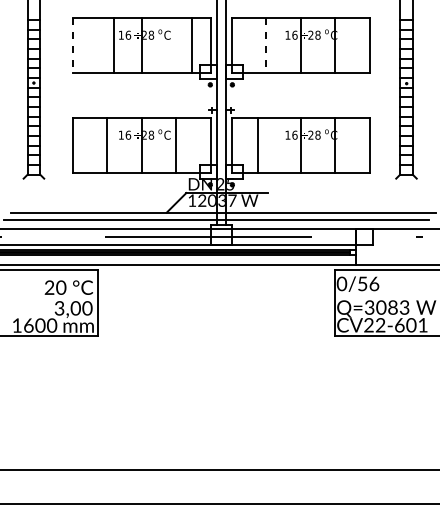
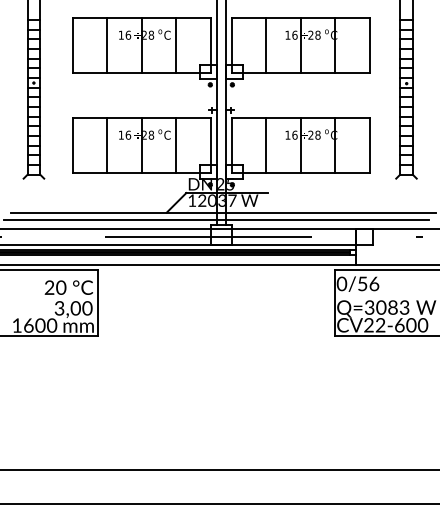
line at (73, 45): dashed -> solid
line at (114, 45) position: (114, 45) -> (107, 45)
line at (192, 45) position: (192, 45) -> (176, 45)
line at (266, 45): dashed -> solid
line at (258, 145) position: (258, 145) -> (266, 145)
text at (422, 325): CV22-601 -> CV22-600
